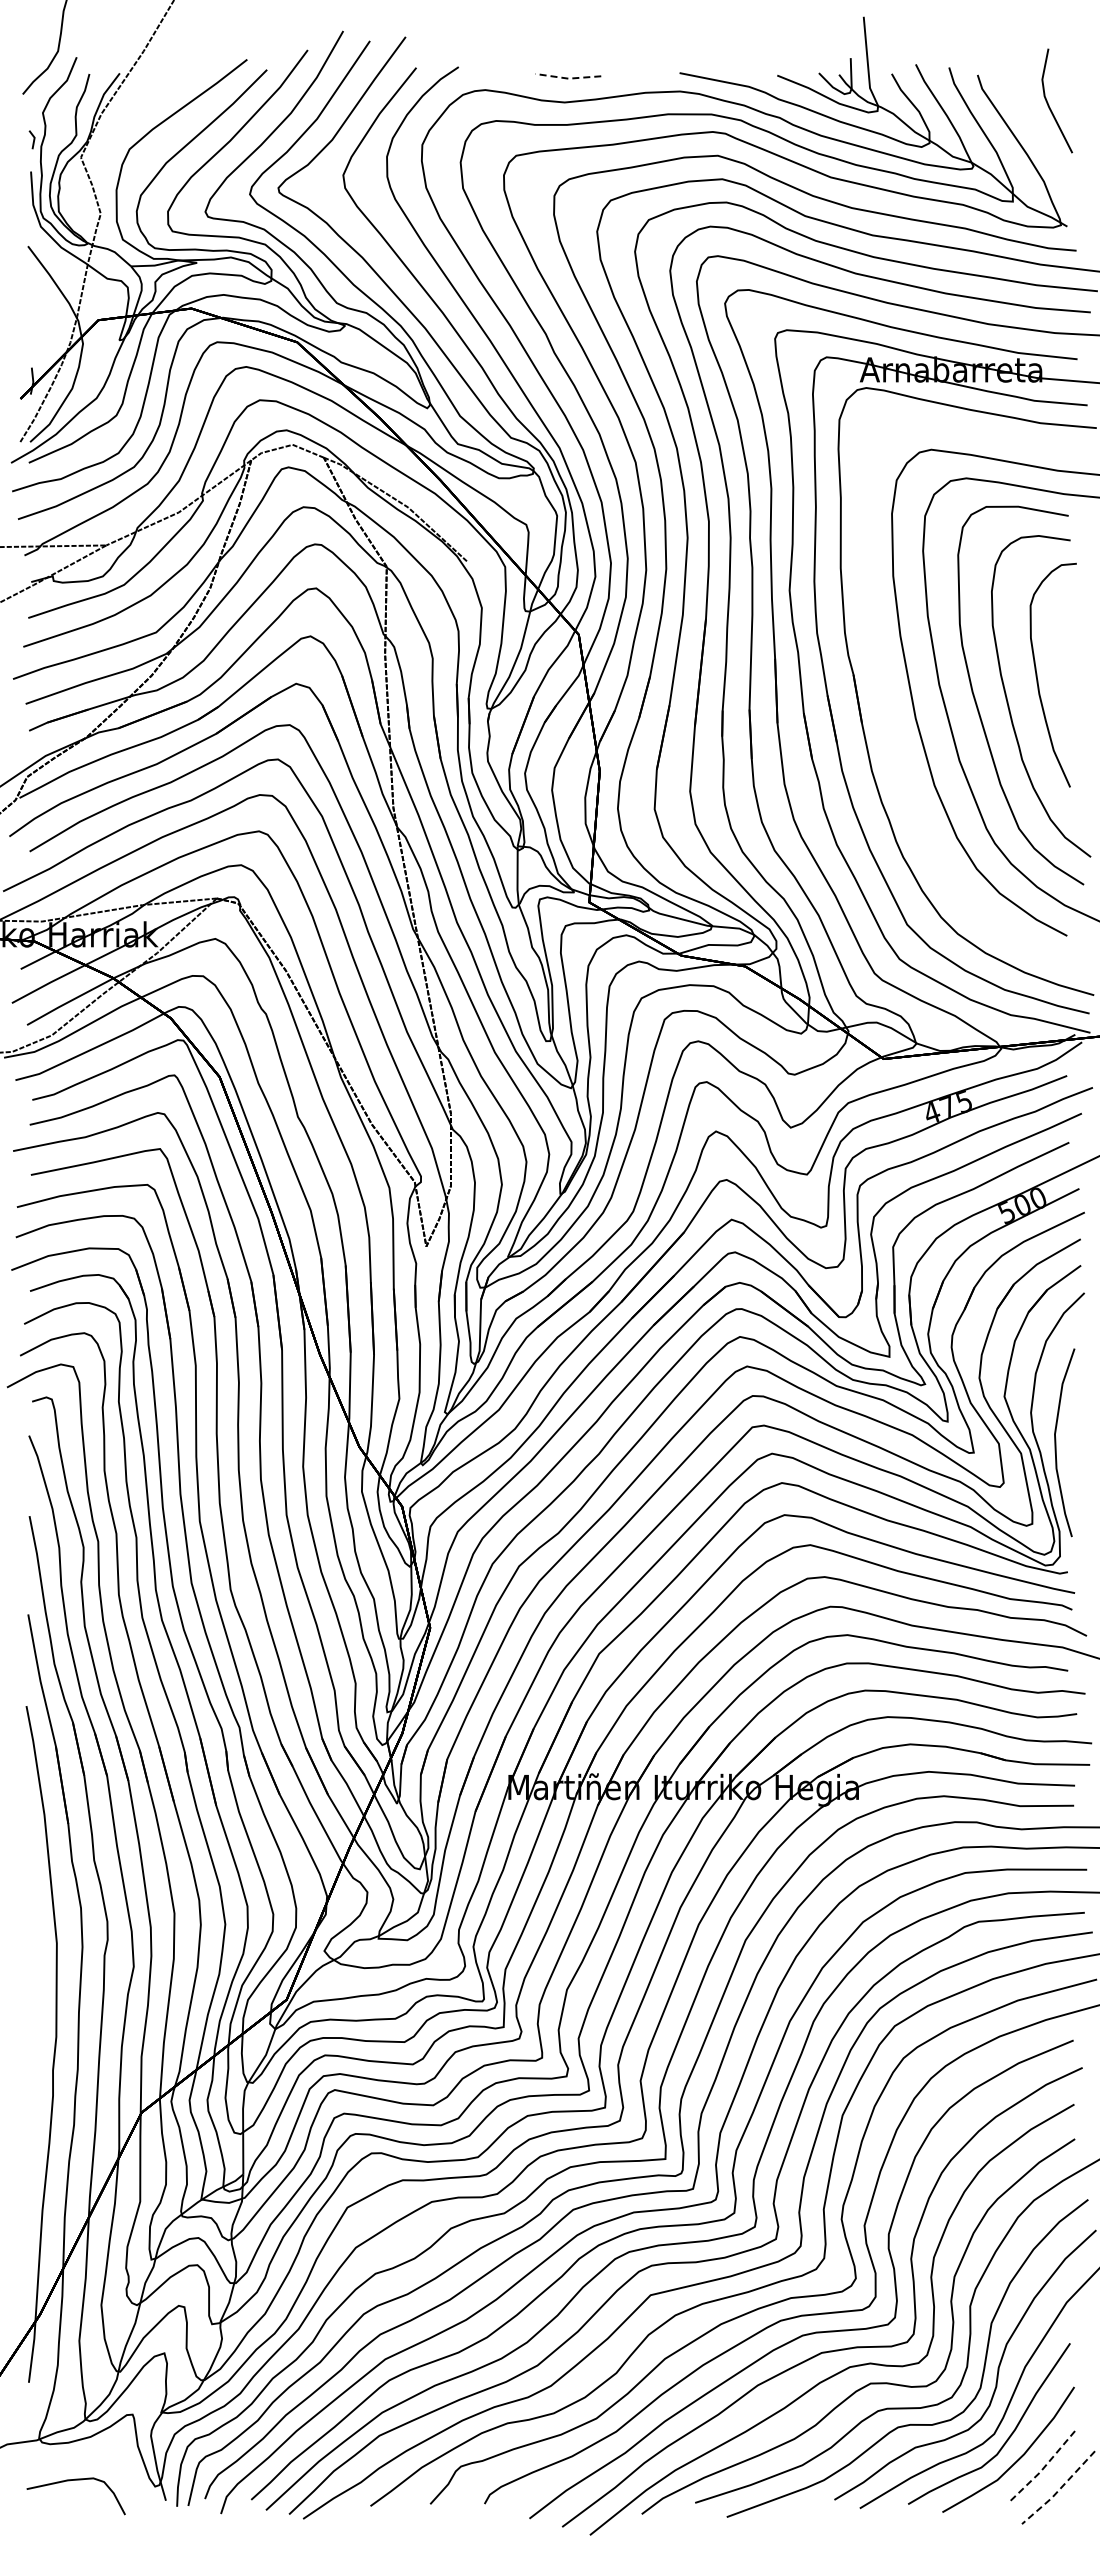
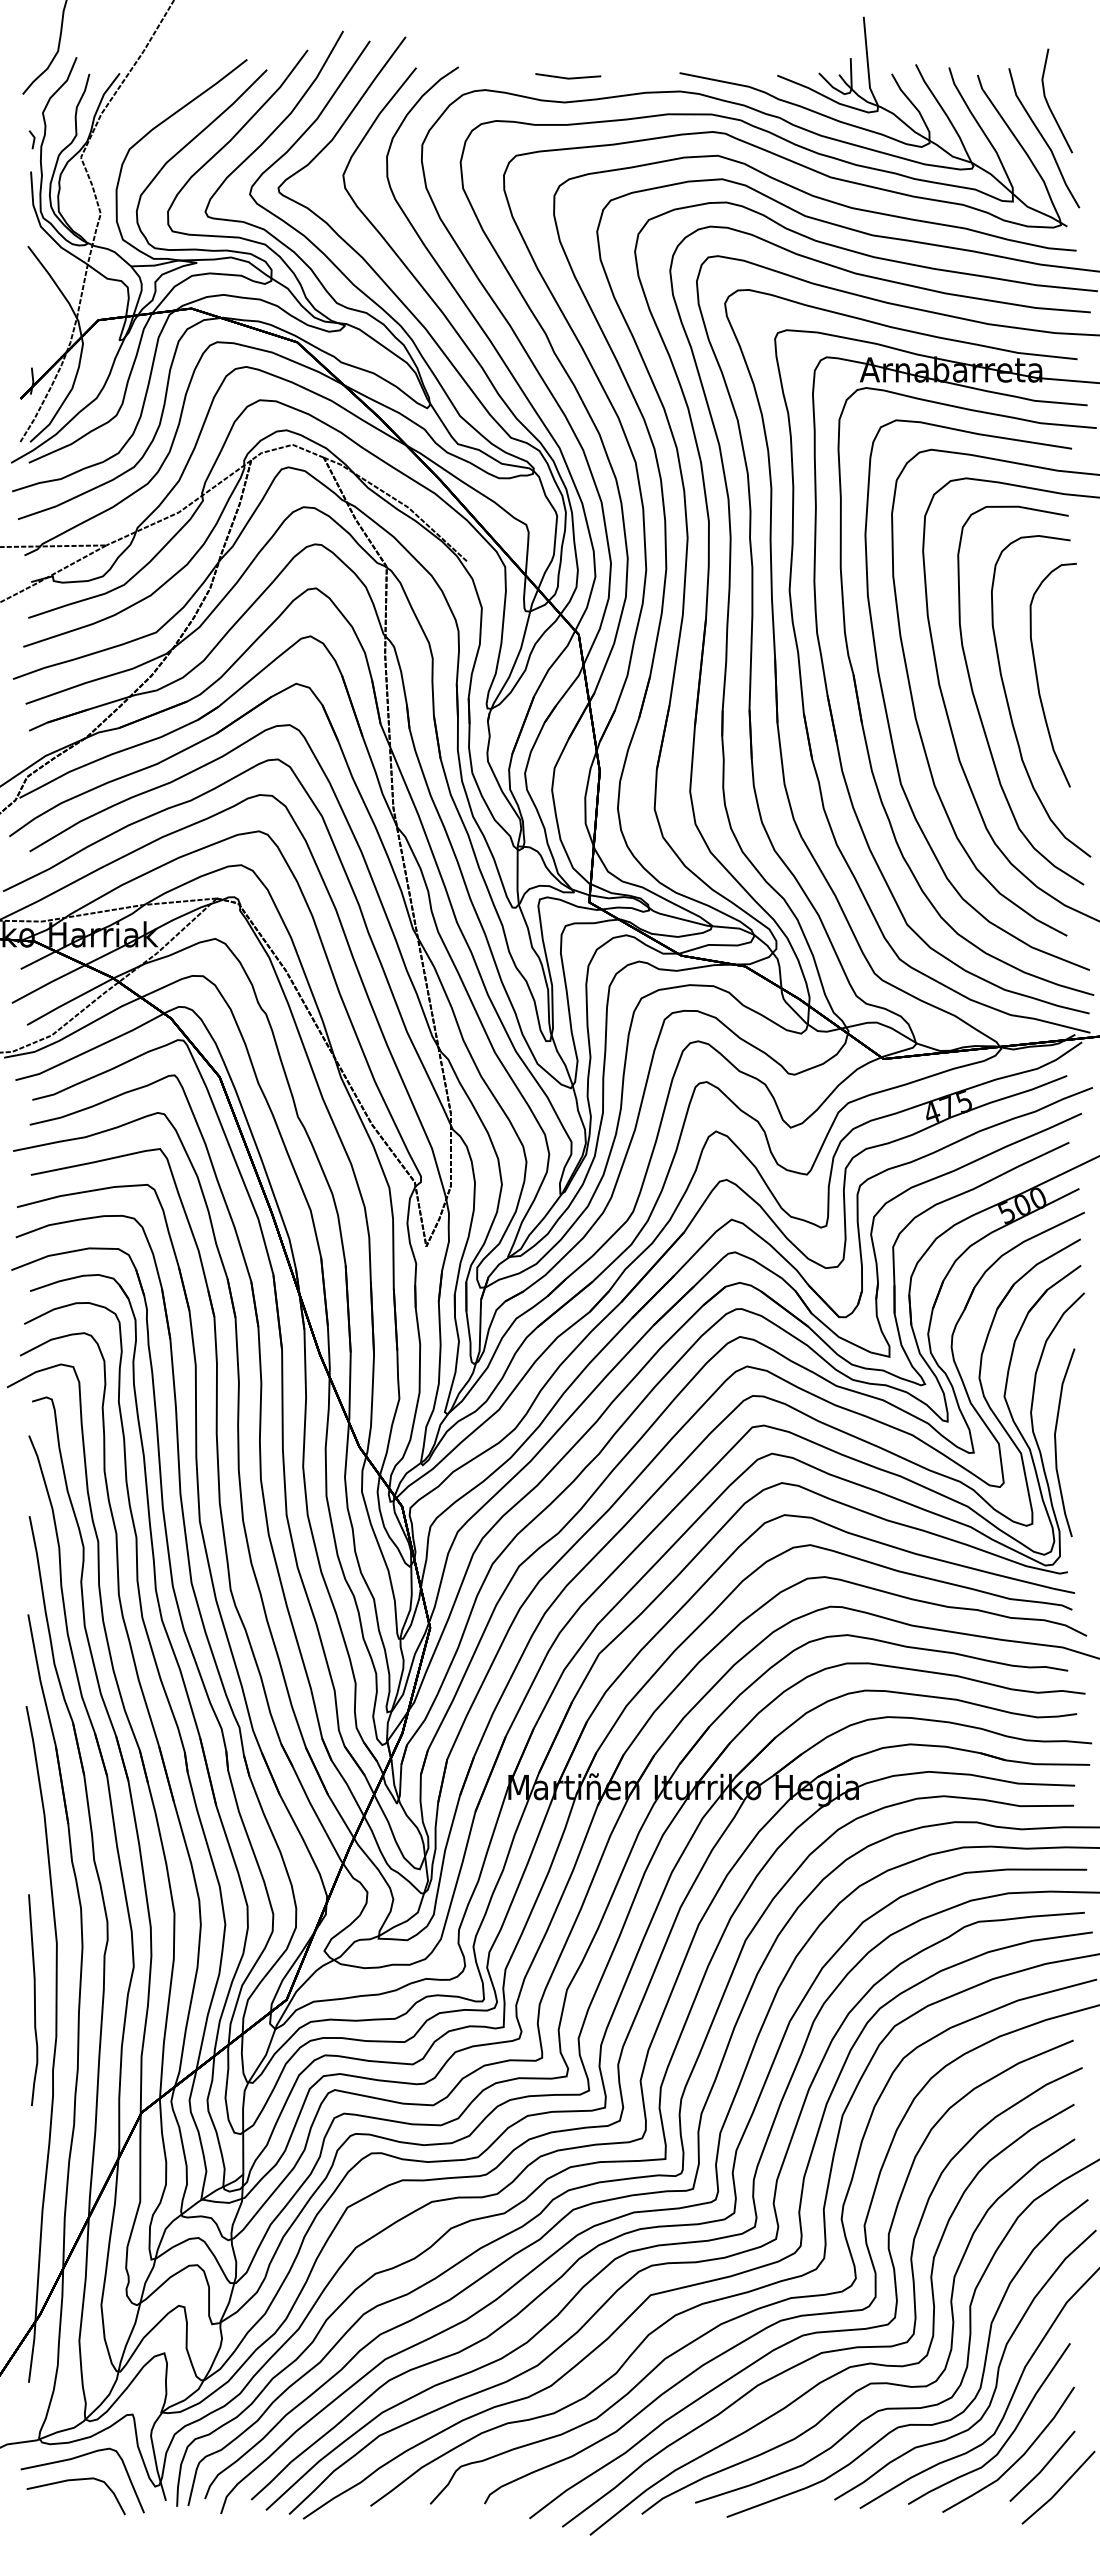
line at (568, 78): dashed -> solid
curve at (1044, 138): none -> present
curve at (887, 712): none -> present
curve at (34, 2000): none -> present
curve at (76, 2458): none -> present
line at (1043, 2468): dashed -> solid
line at (1059, 2489): dashed -> solid
